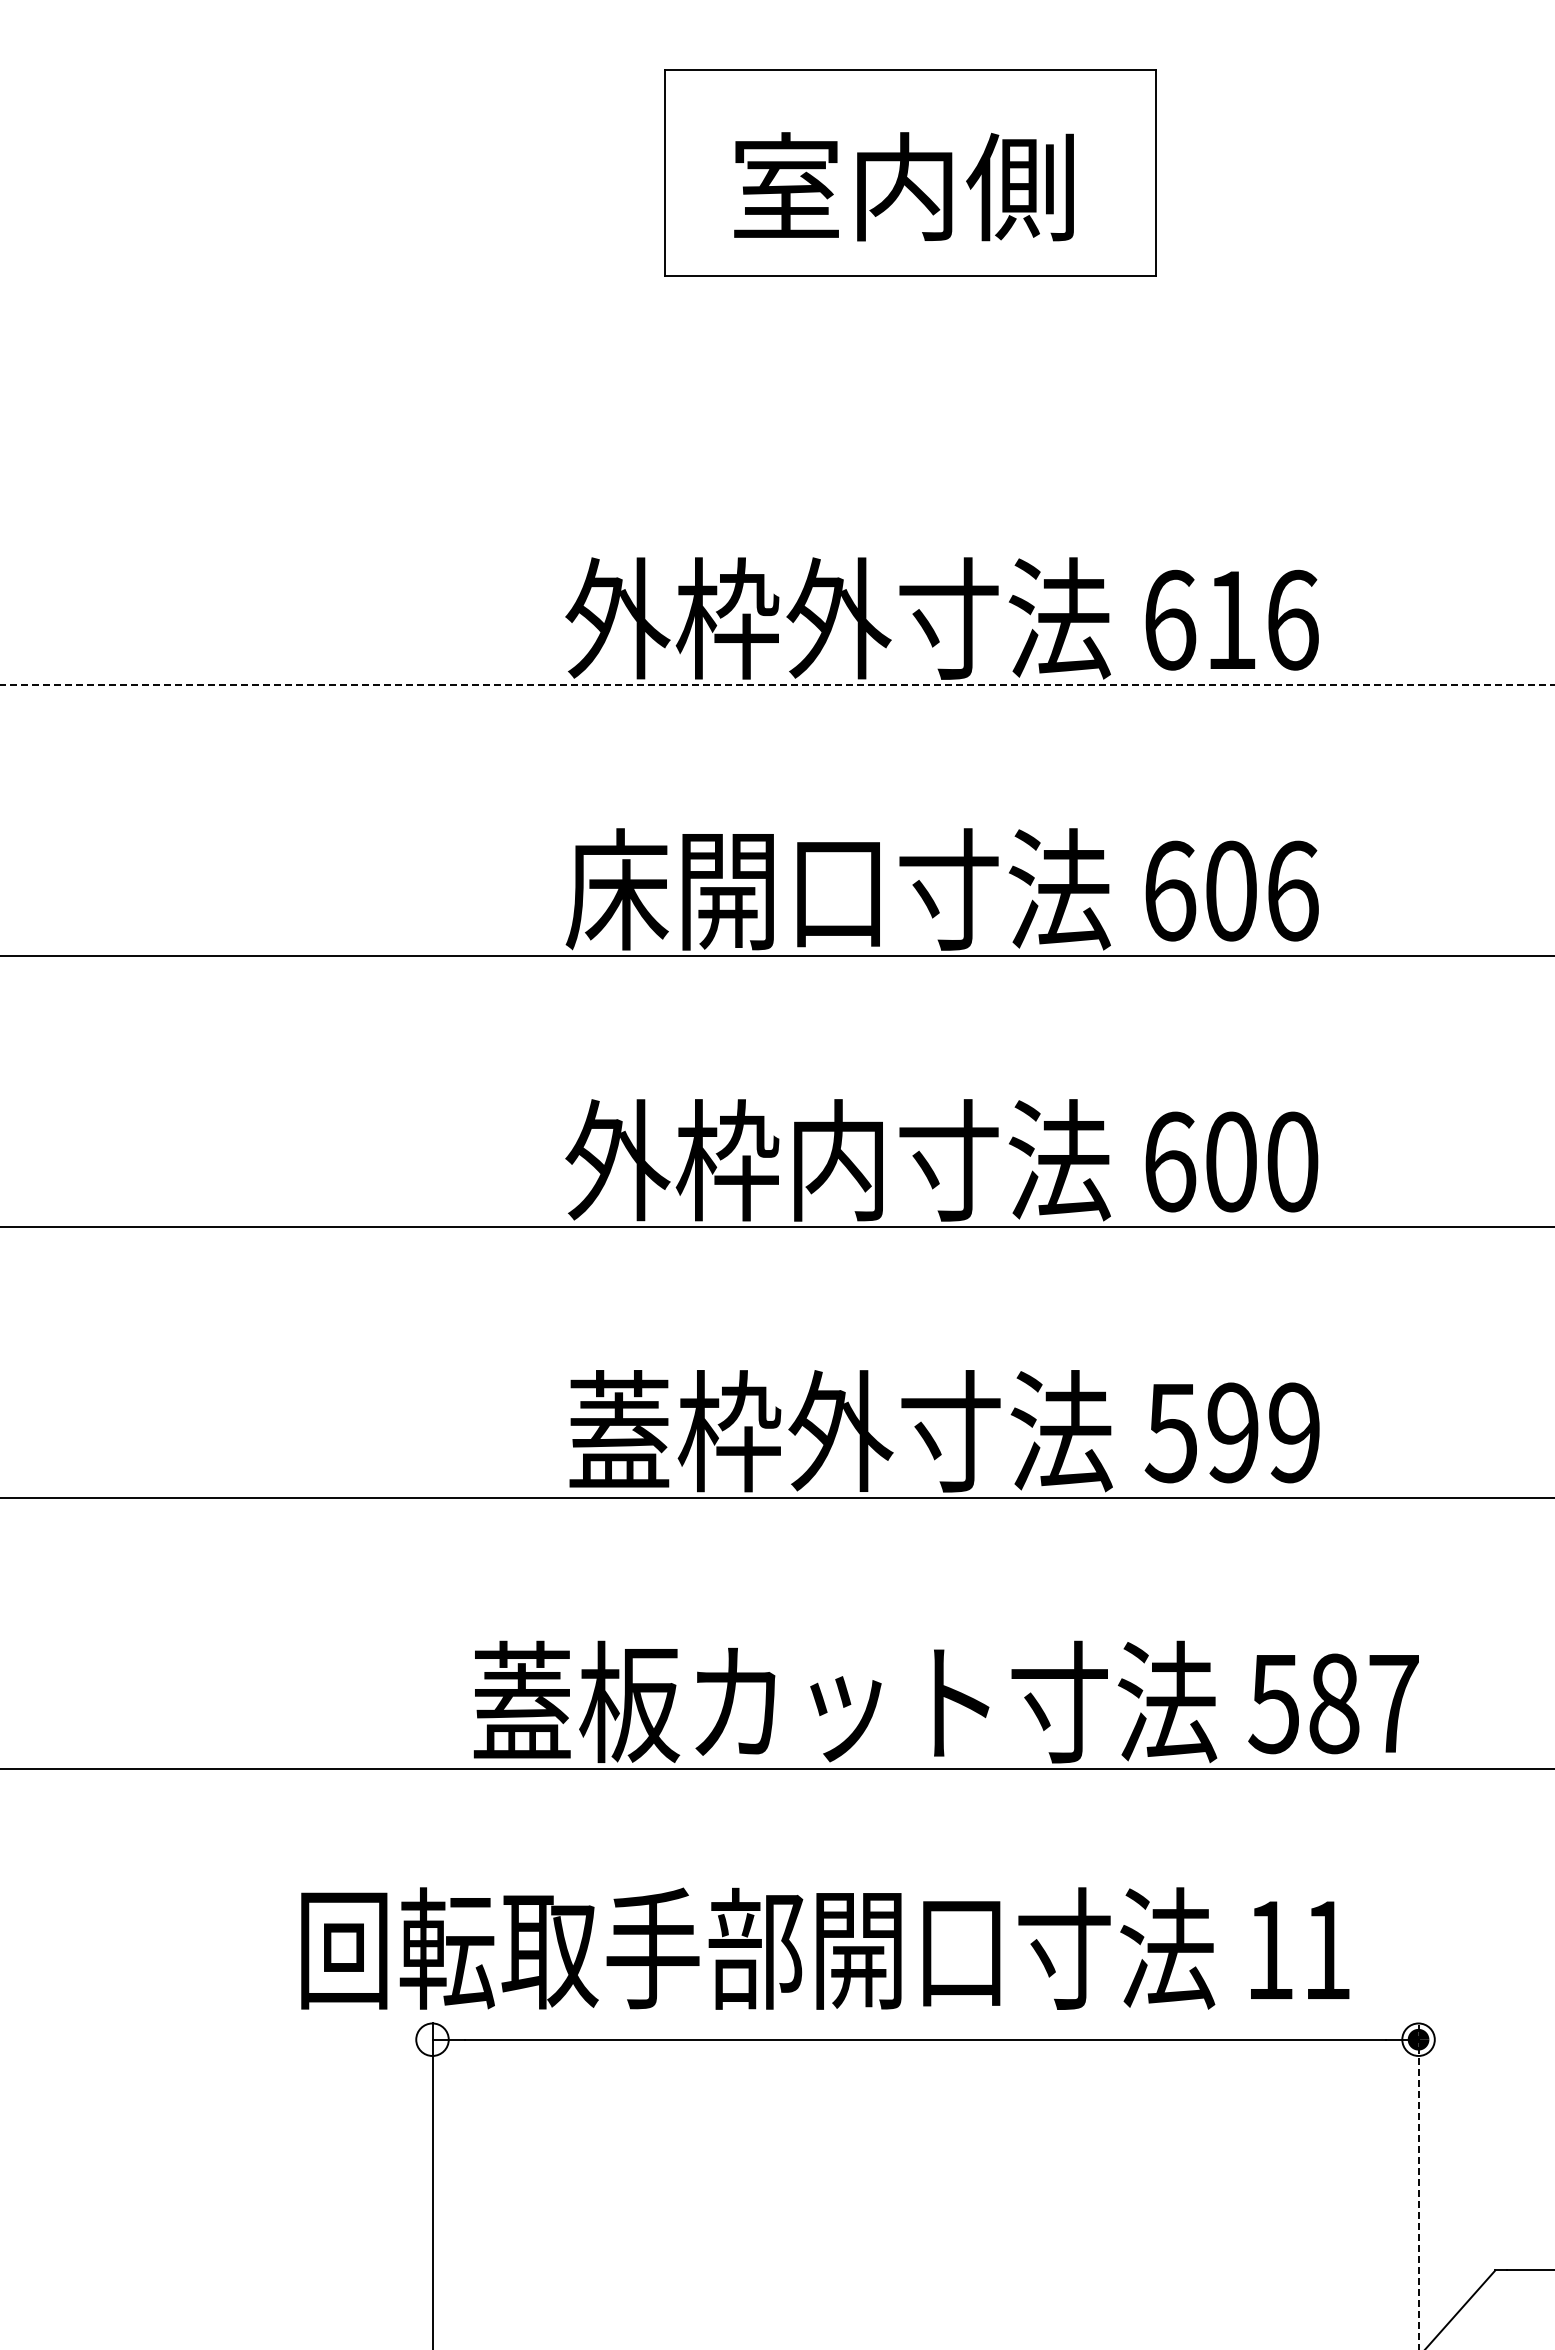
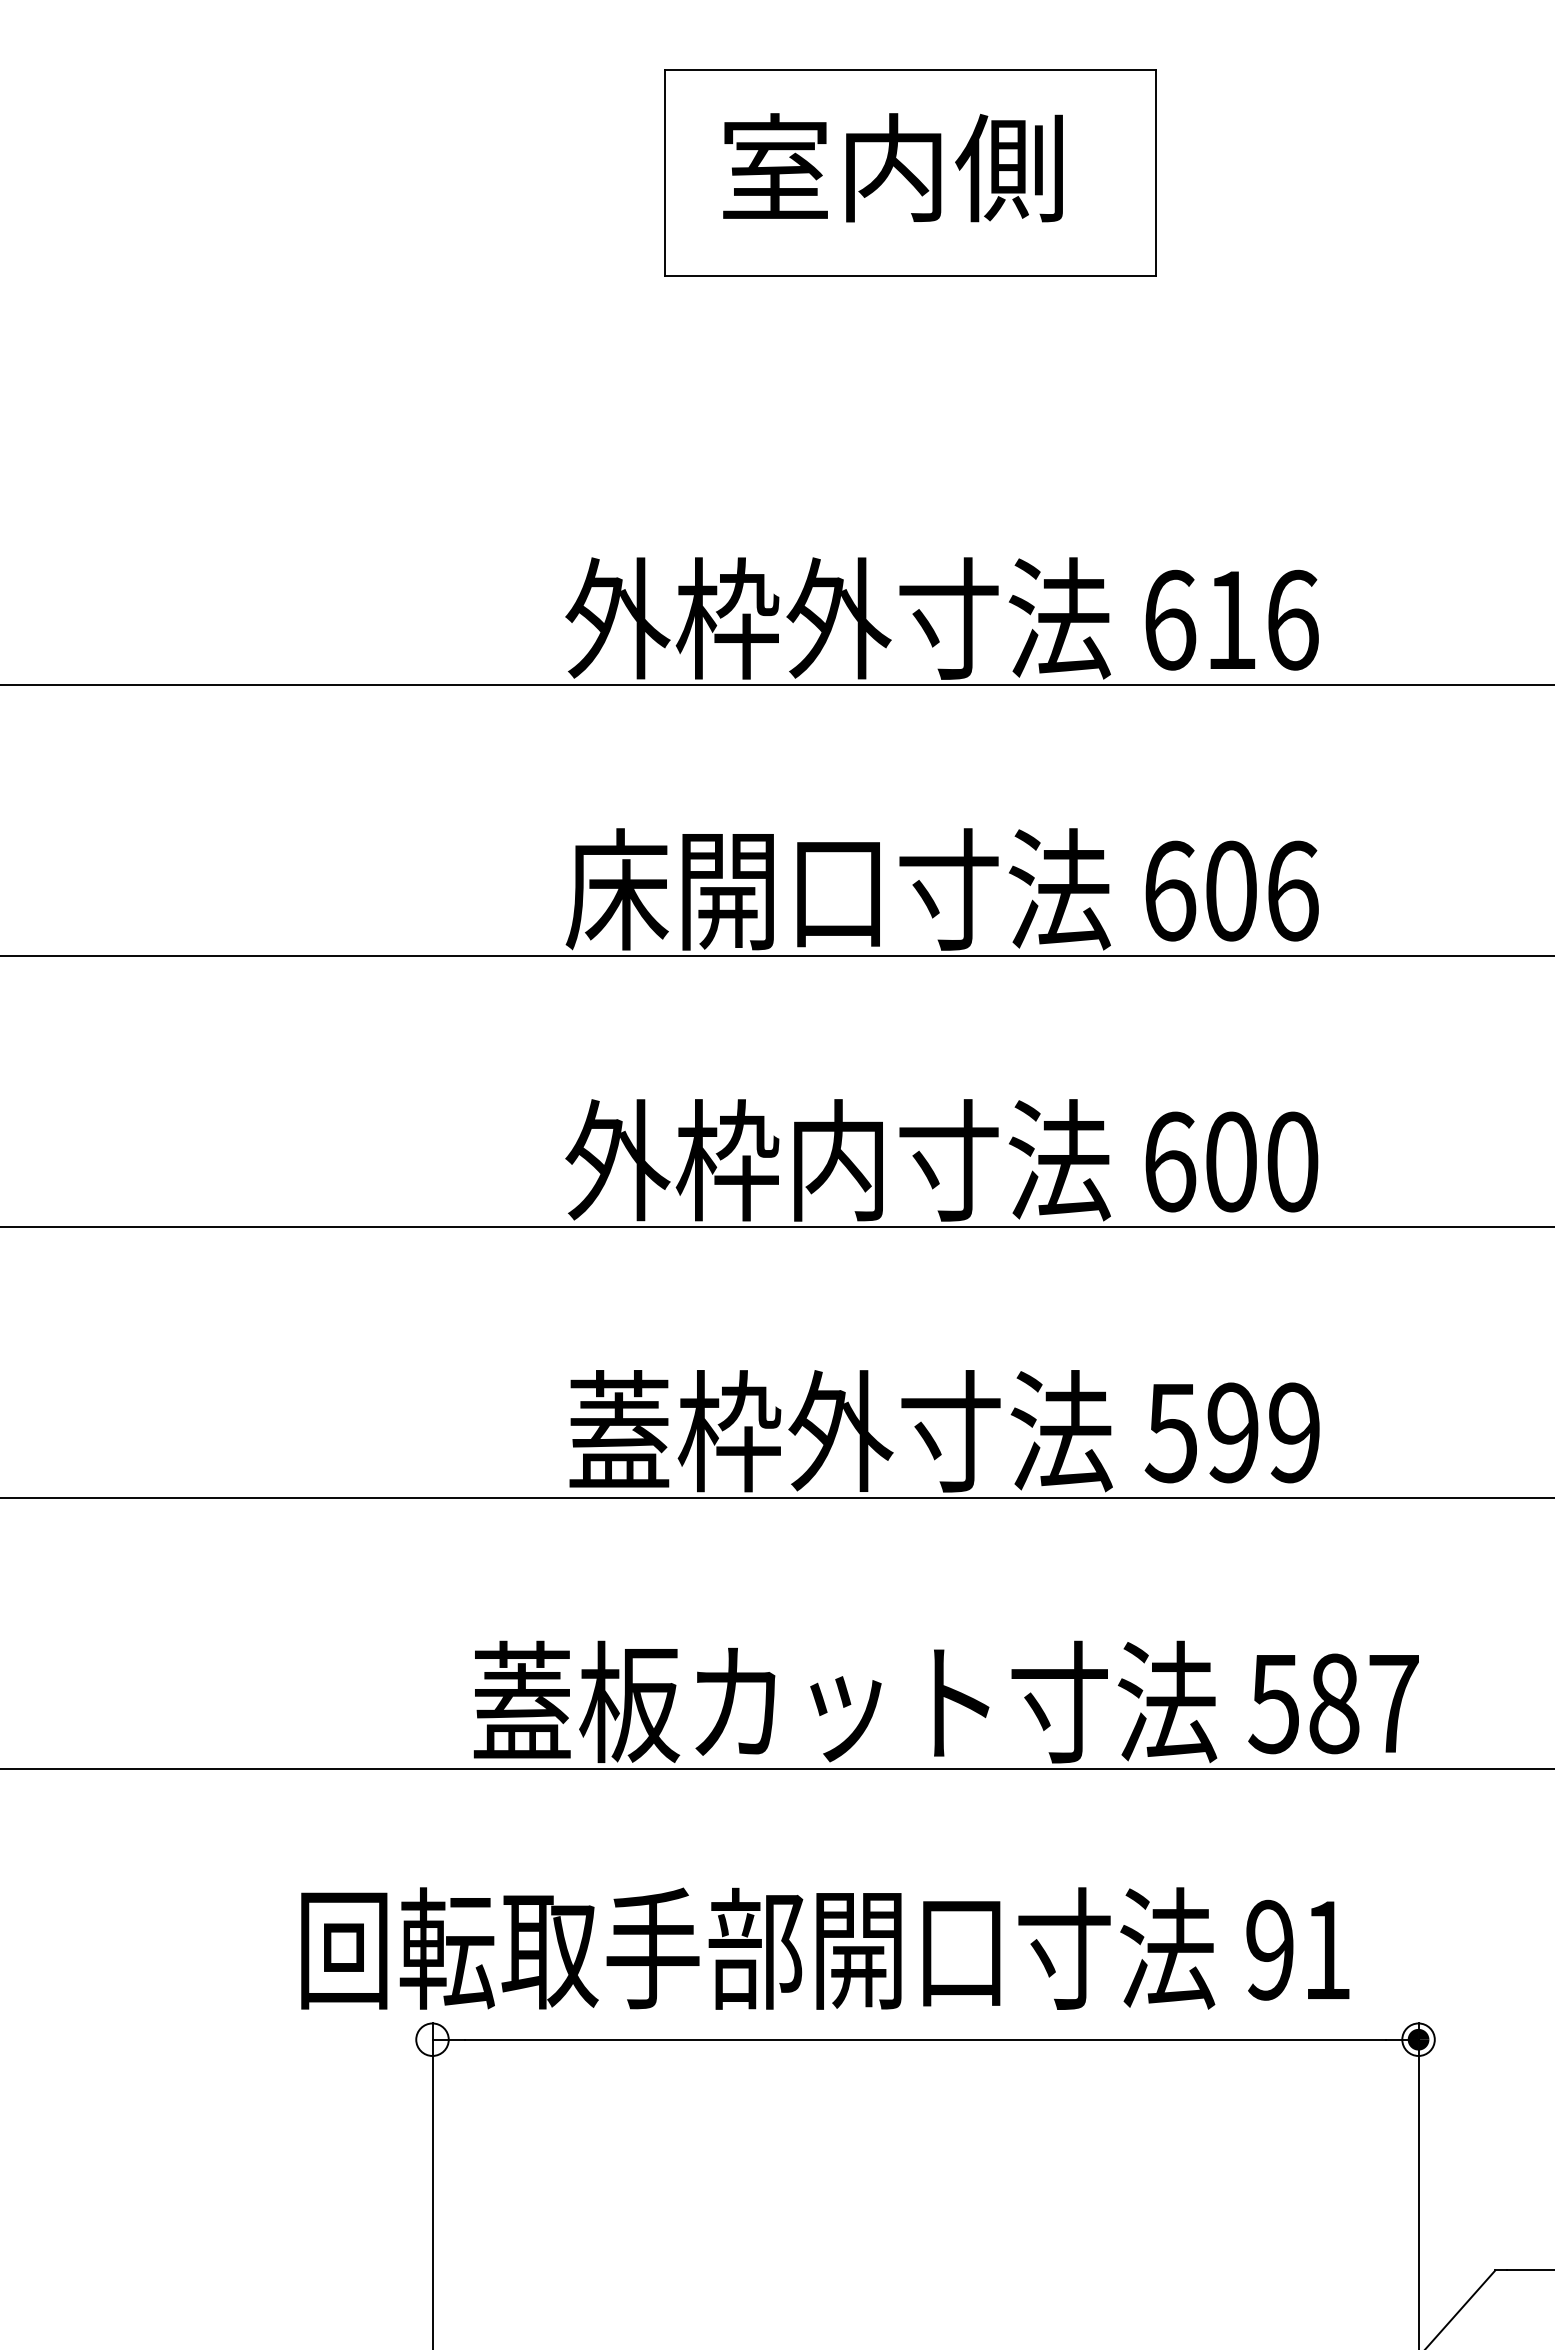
text at (903, 186) position: (903, 186) -> (892, 167)
line at (777, 685): dashed -> solid
text at (1269, 1949): 11 -> 91
line at (1418, 2186): dashed -> solid
